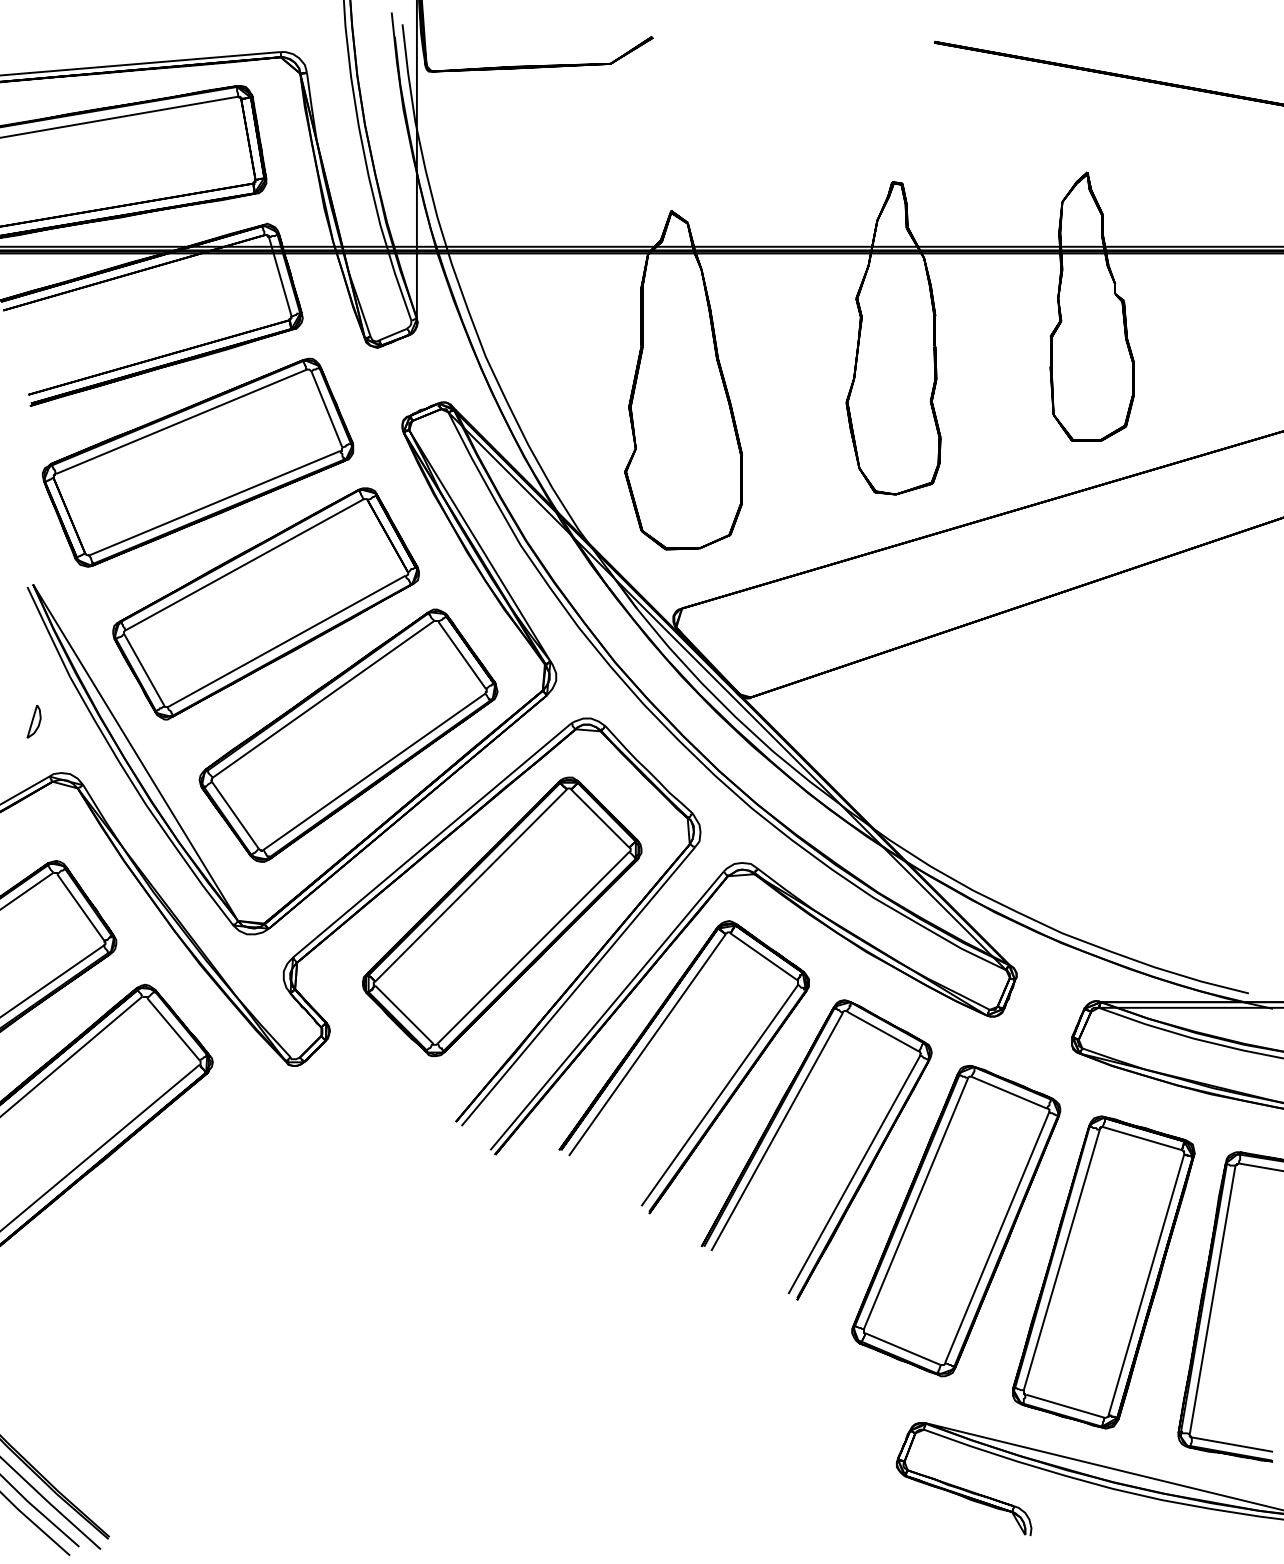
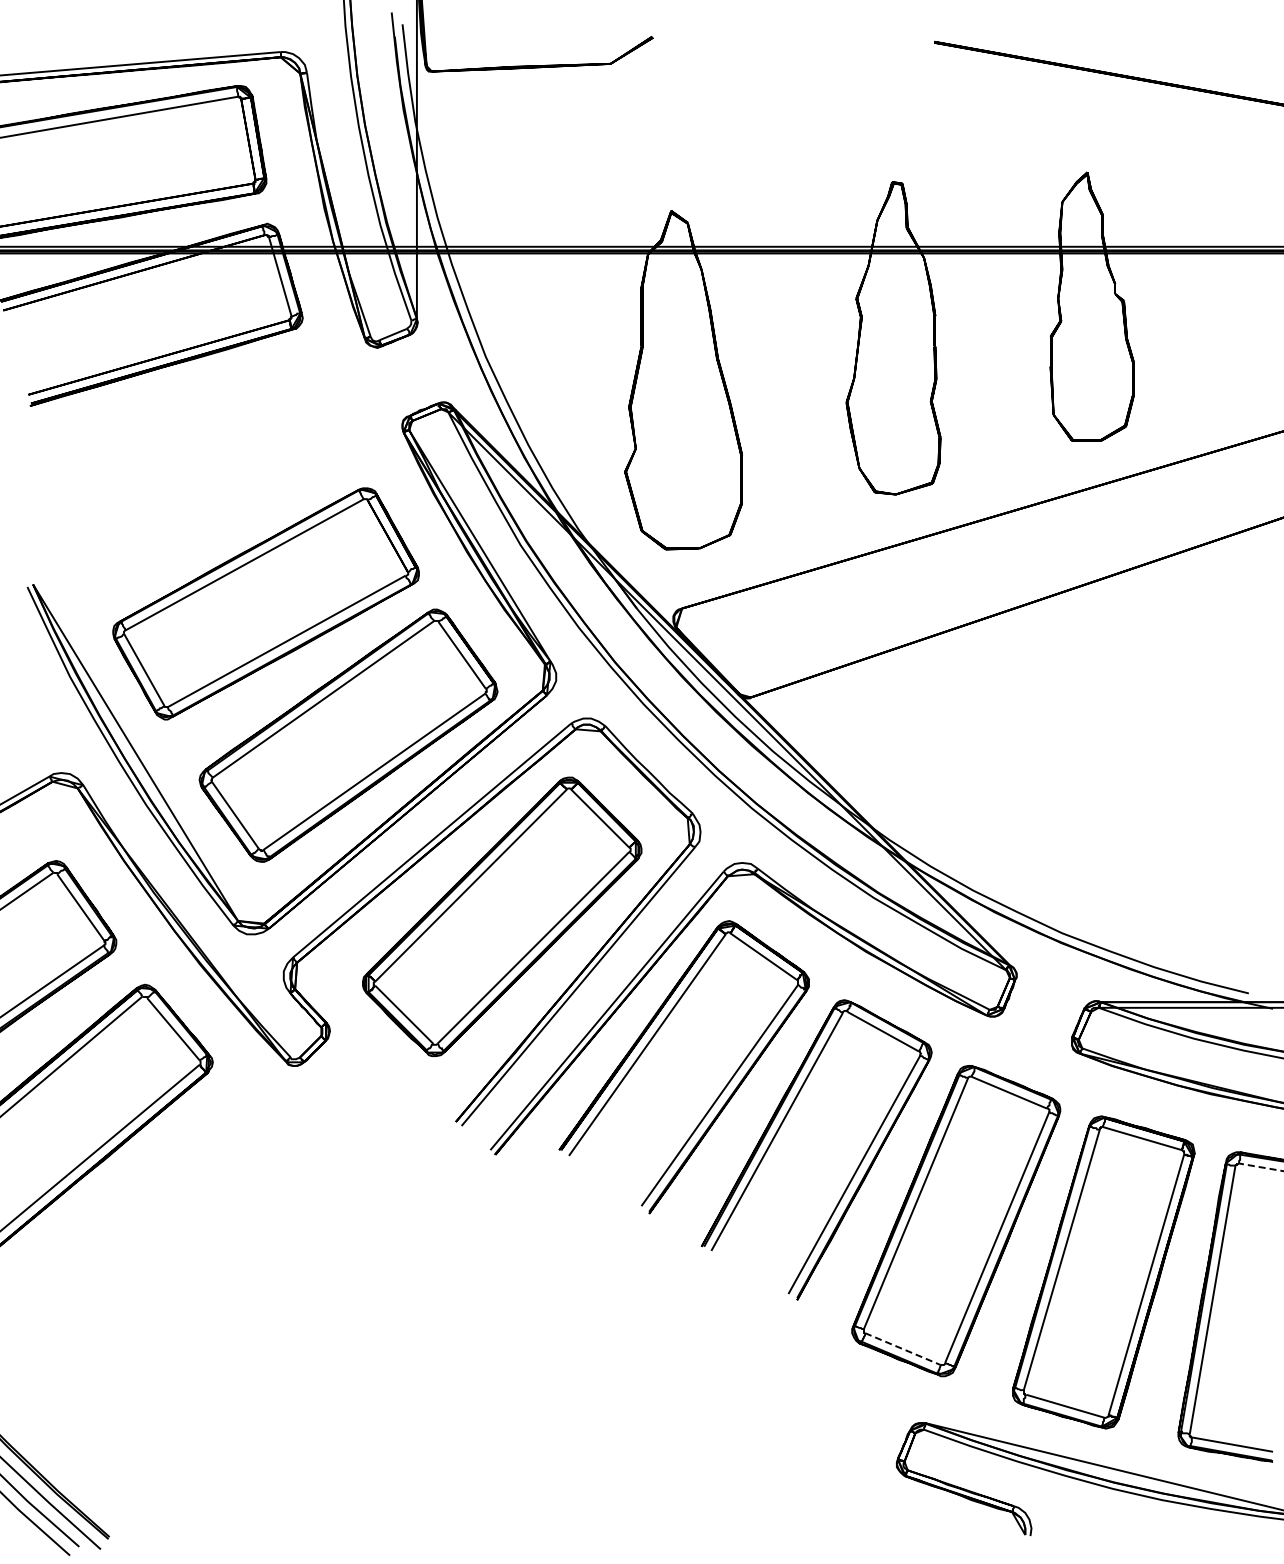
part at (197, 462): present -> none
part at (33, 721): present -> none
line at (1260, 1167): solid -> dashed
line at (902, 1349): solid -> dashed
